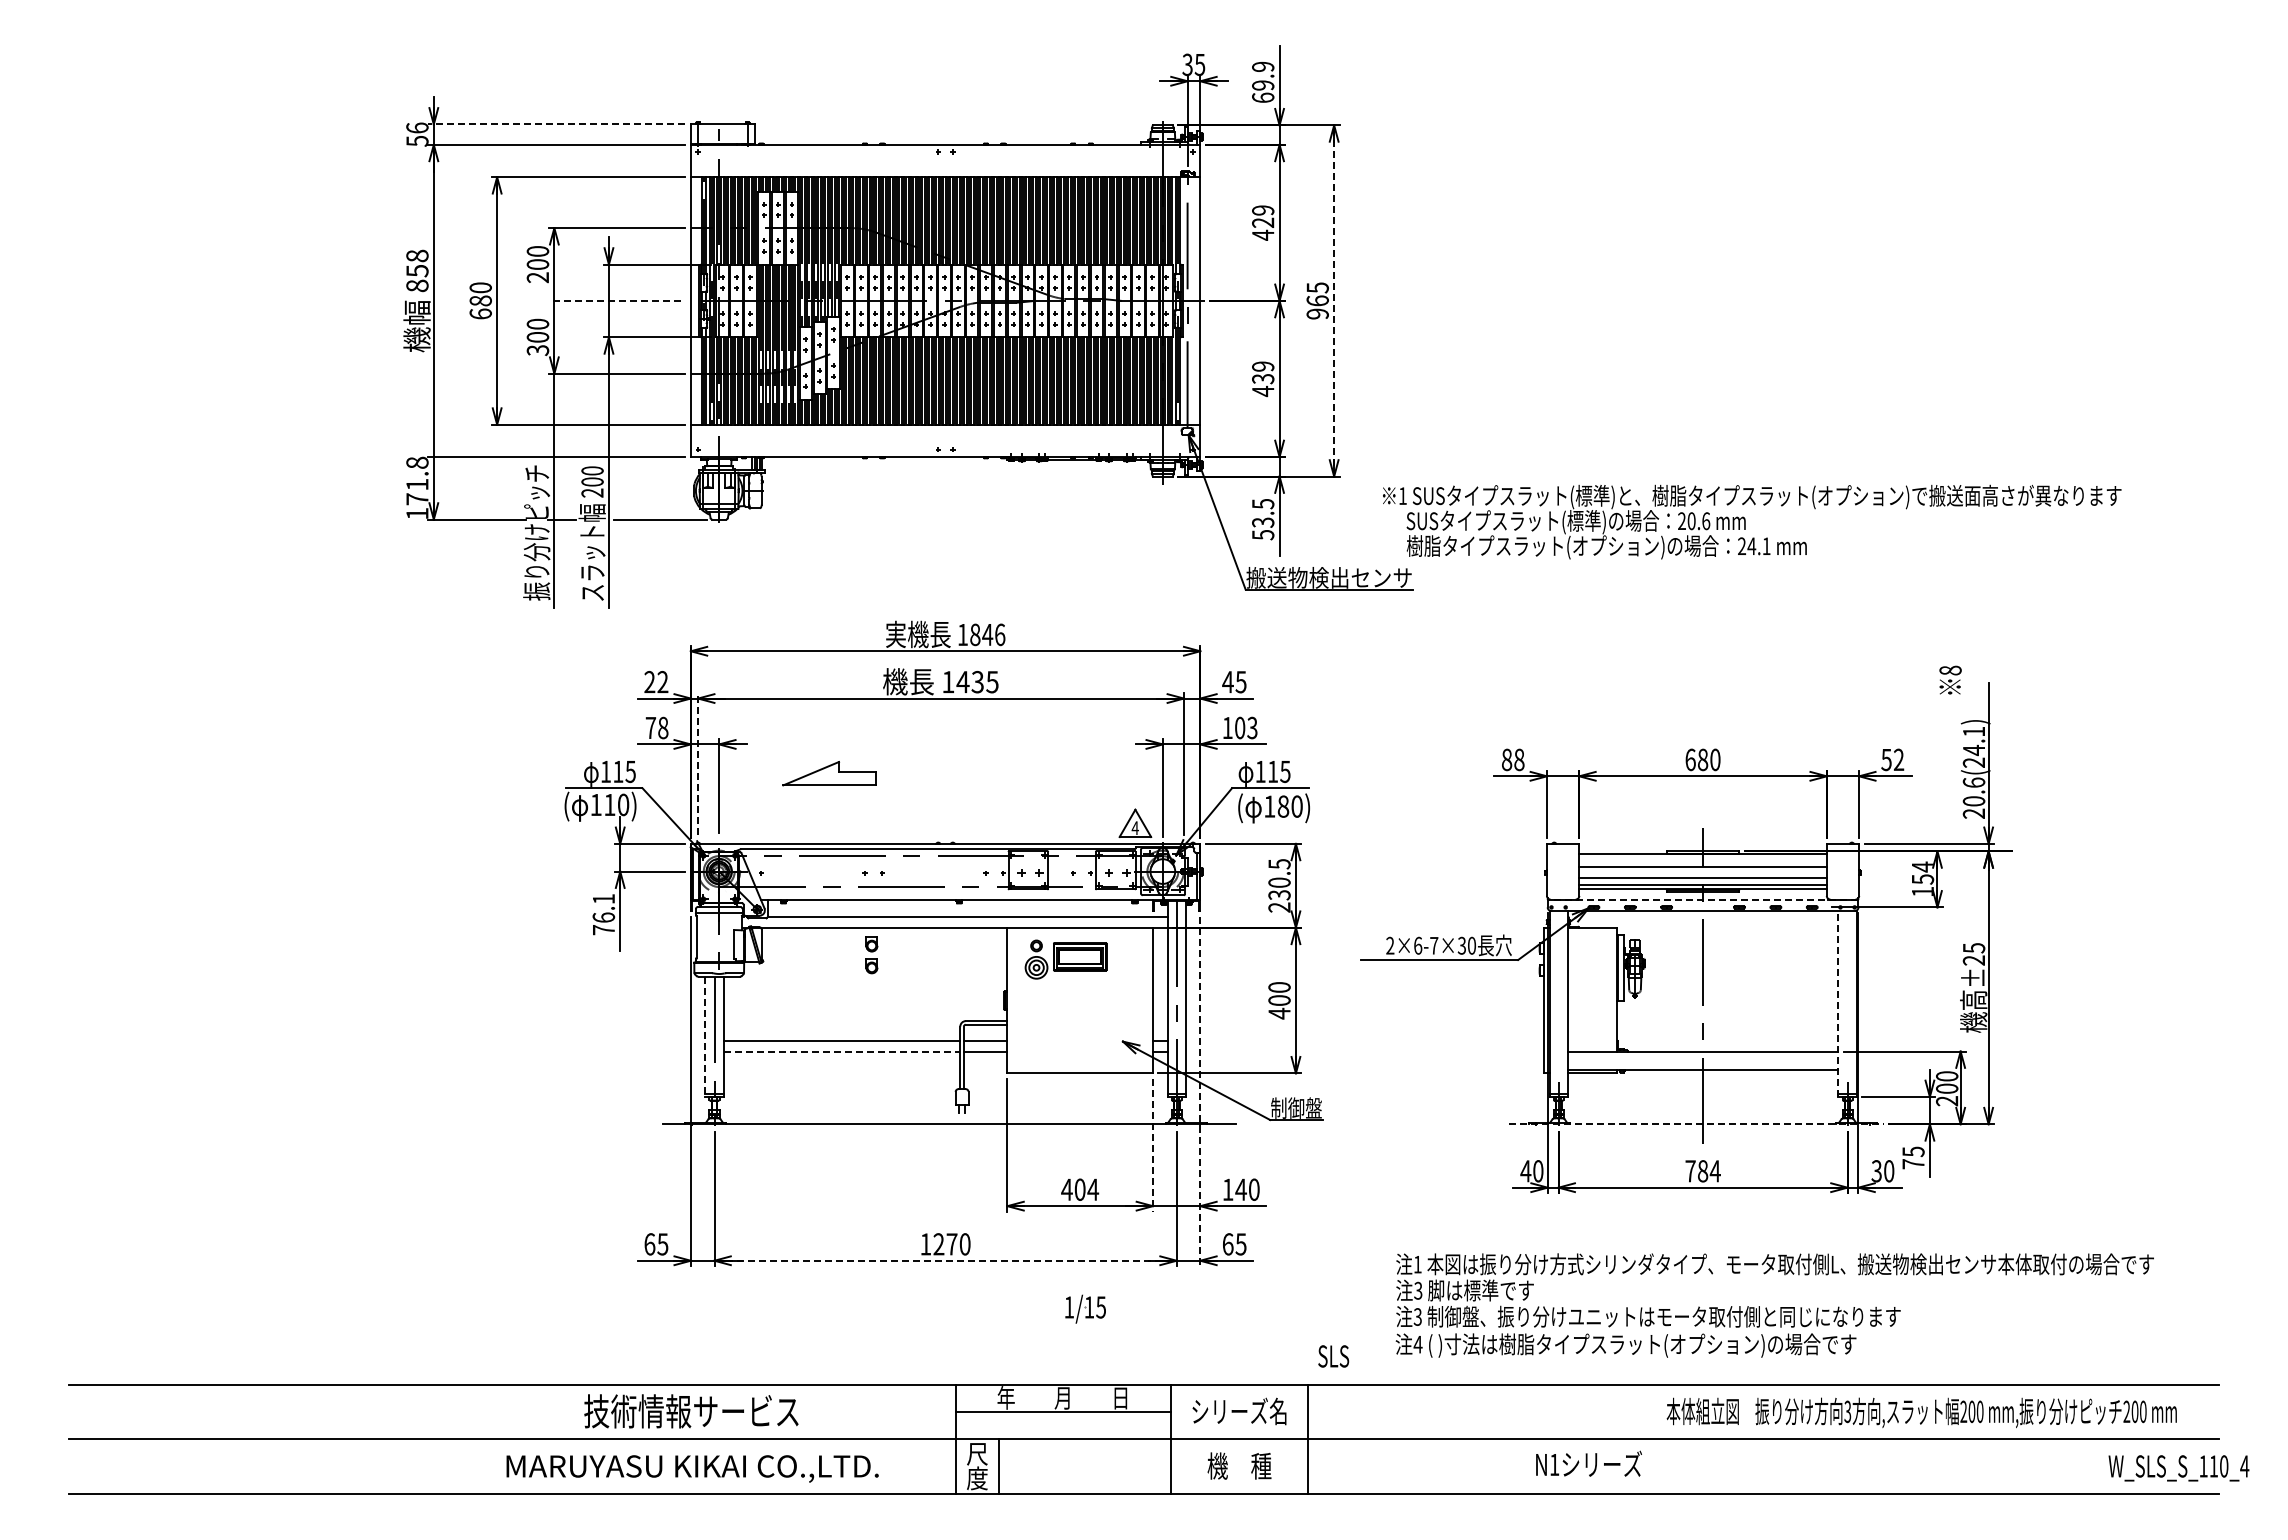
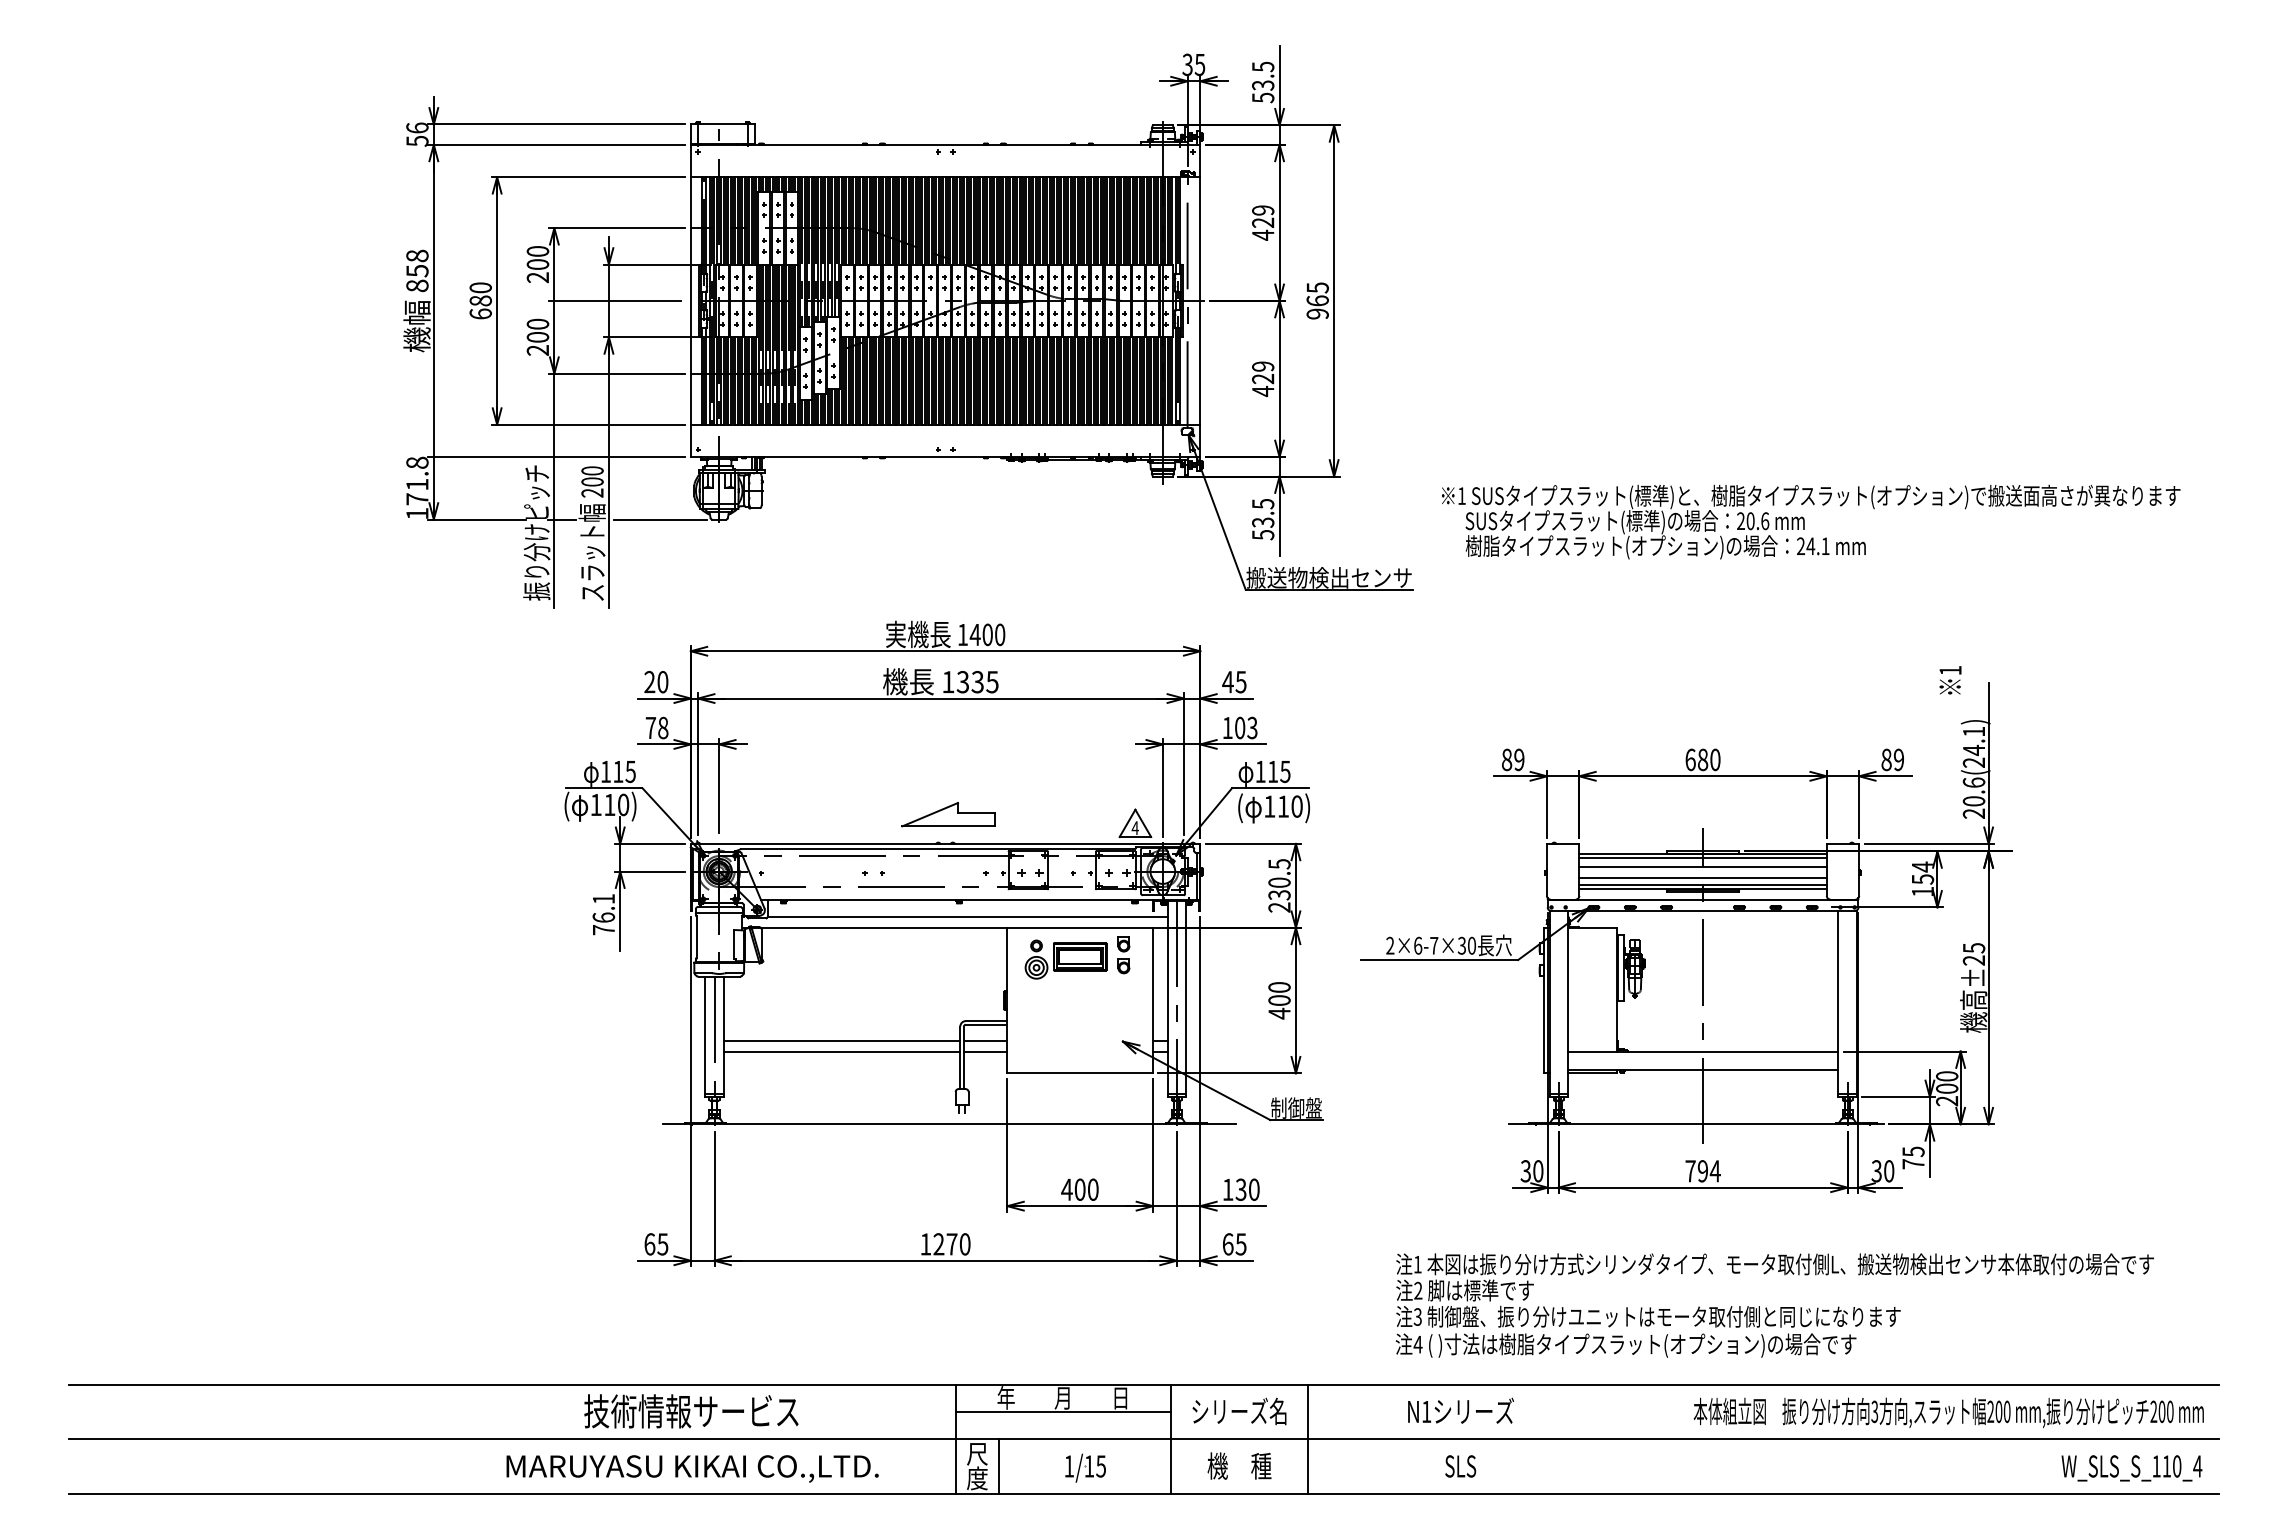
text at (1263, 82): 69.9 -> 53.5
line at (556, 124): dashed -> solid
line at (614, 300): dashed -> solid
line at (1334, 300): dashed -> solid
text at (538, 350): 300 -> 200
text at (1263, 379): 439 -> 429
text at (1752, 521) position: (1752, 521) -> (1811, 521)
text at (987, 634): 1846 -> 1400
text at (1950, 670): 8 -> 1
text at (962, 681): 1435 -> 1335
text at (662, 682): 22 -> 20
text at (1519, 759): 88 -> 89
text at (1892, 759): 52 -> 89
line at (698, 763): dashed -> solid
part at (829, 773) position: (829, 773) -> (948, 814)
text at (1283, 806): 180) -> 110)
line at (1702, 858): none -> present
line at (1702, 900): dashed -> solid
part at (871, 955) position: (871, 955) -> (1123, 955)
line at (1838, 1004): dashed -> solid
line at (705, 1037): dashed -> solid
line at (842, 1051): dashed -> solid
line at (1200, 1091): dashed -> solid
line at (1696, 1124): dashed -> solid
line at (1153, 1145): dashed -> solid
text at (1525, 1171): 40 -> 30
text at (1702, 1171): 784 -> 794
text at (1093, 1189): 404 -> 400
text at (1240, 1189): 140 -> 130
line at (946, 1260): dashed -> solid
text at (1418, 1290): 3 -> 2
part at (1085, 1308) position: (1085, 1308) -> (1085, 1467)
text at (1333, 1356) position: (1333, 1356) -> (1460, 1466)
text at (1921, 1412) position: (1921, 1412) -> (1948, 1412)
text at (1588, 1463) position: (1588, 1463) -> (1460, 1410)
text at (2178, 1468) position: (2178, 1468) -> (2131, 1468)
